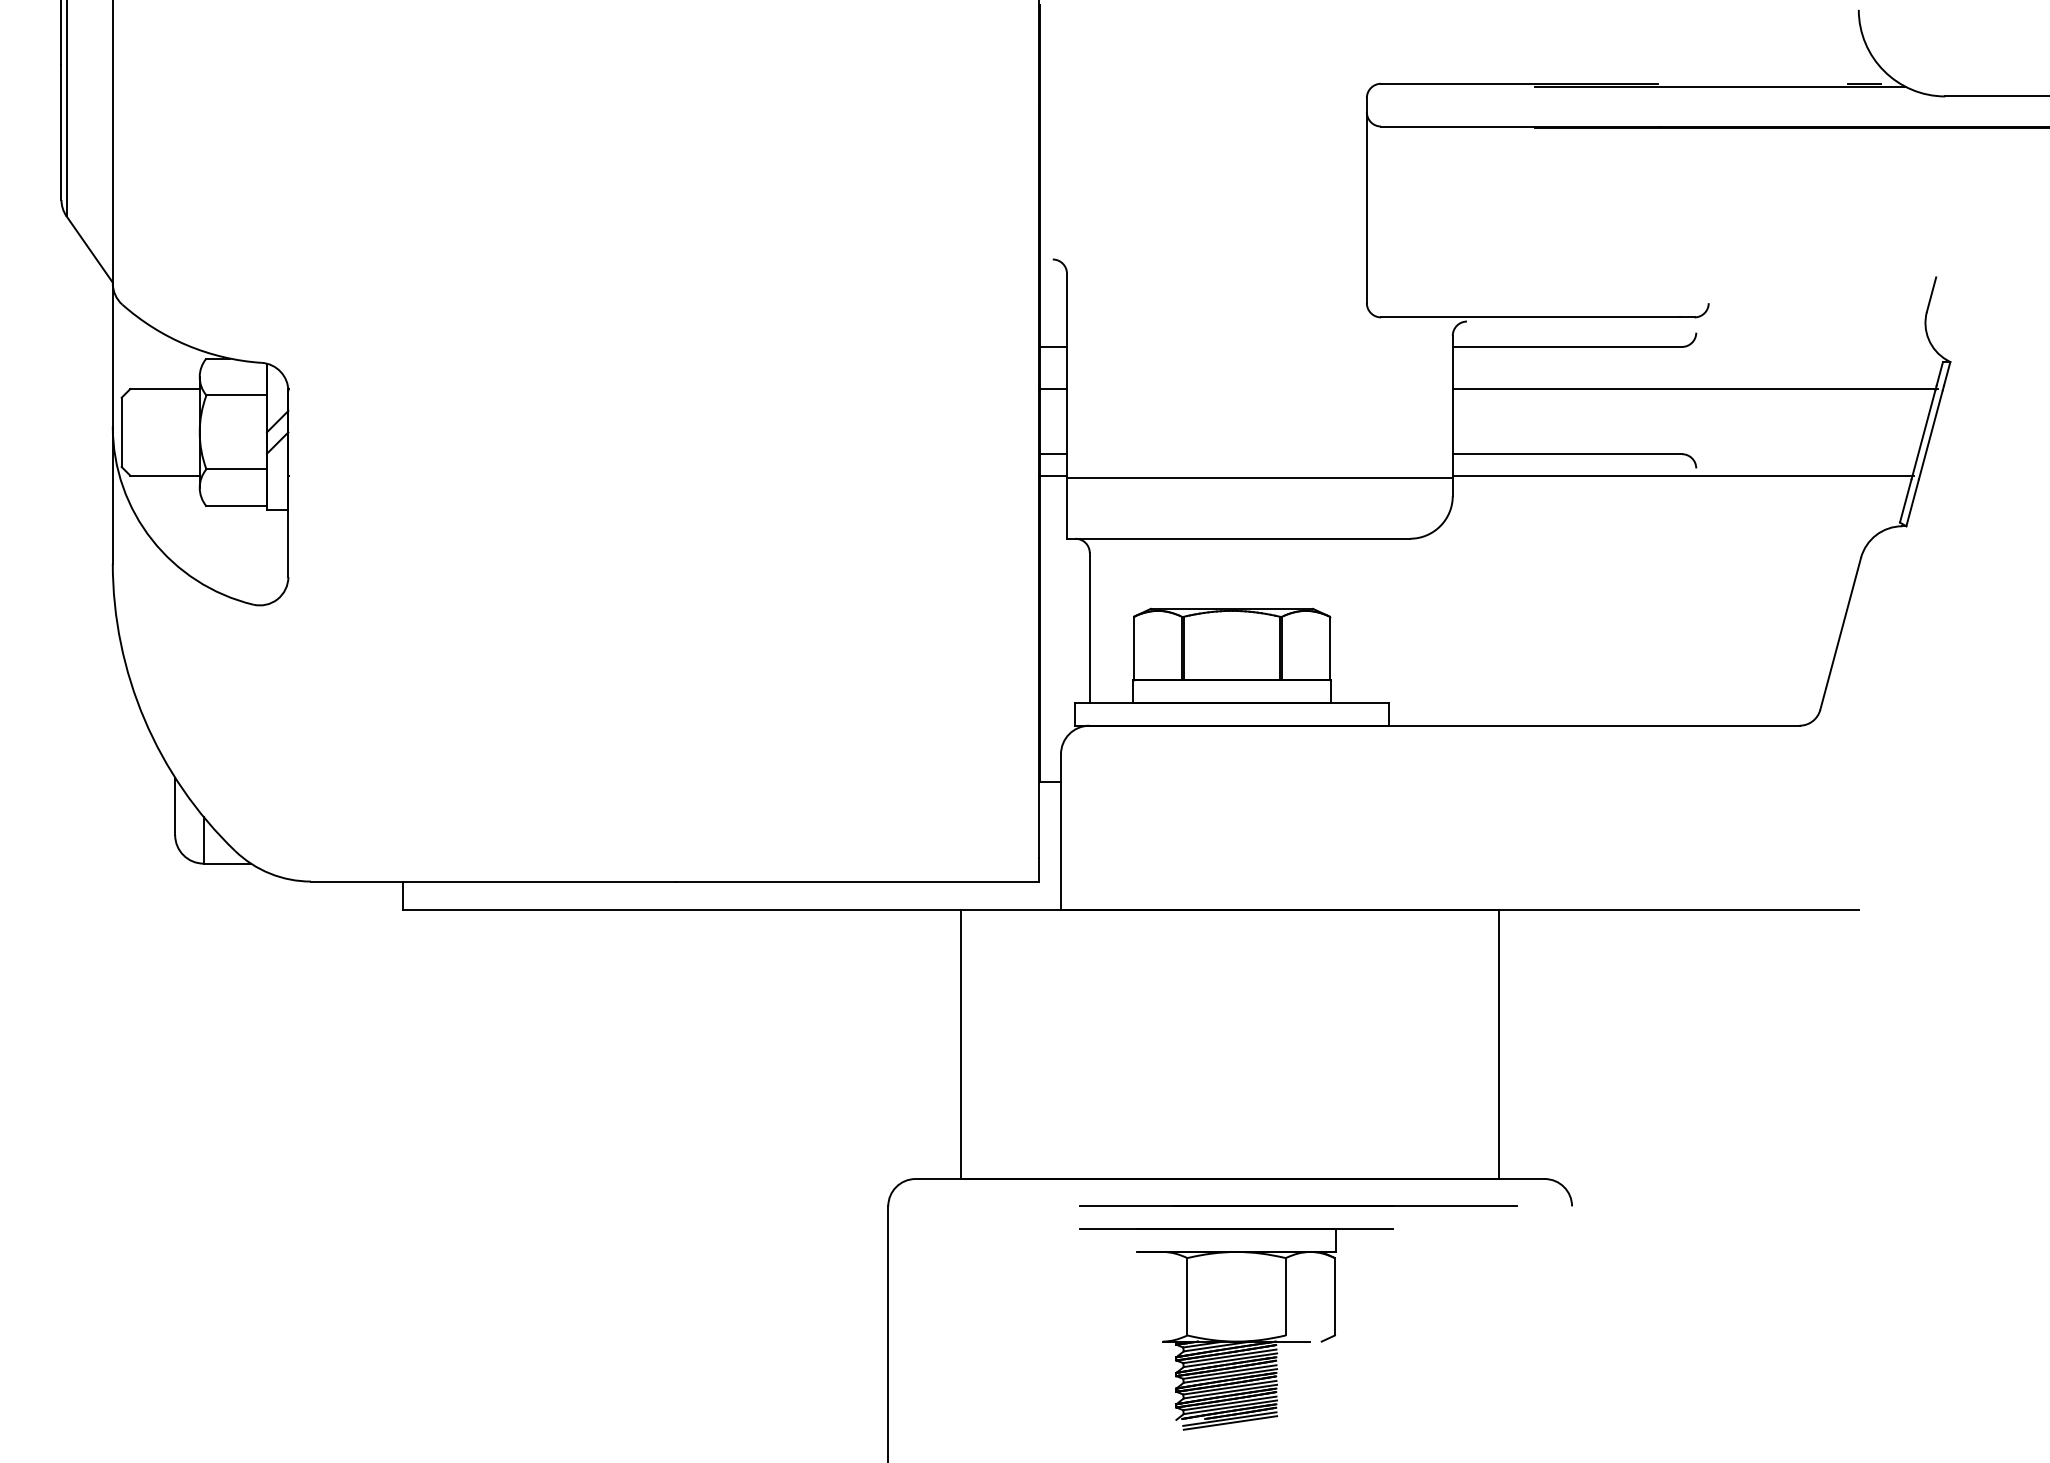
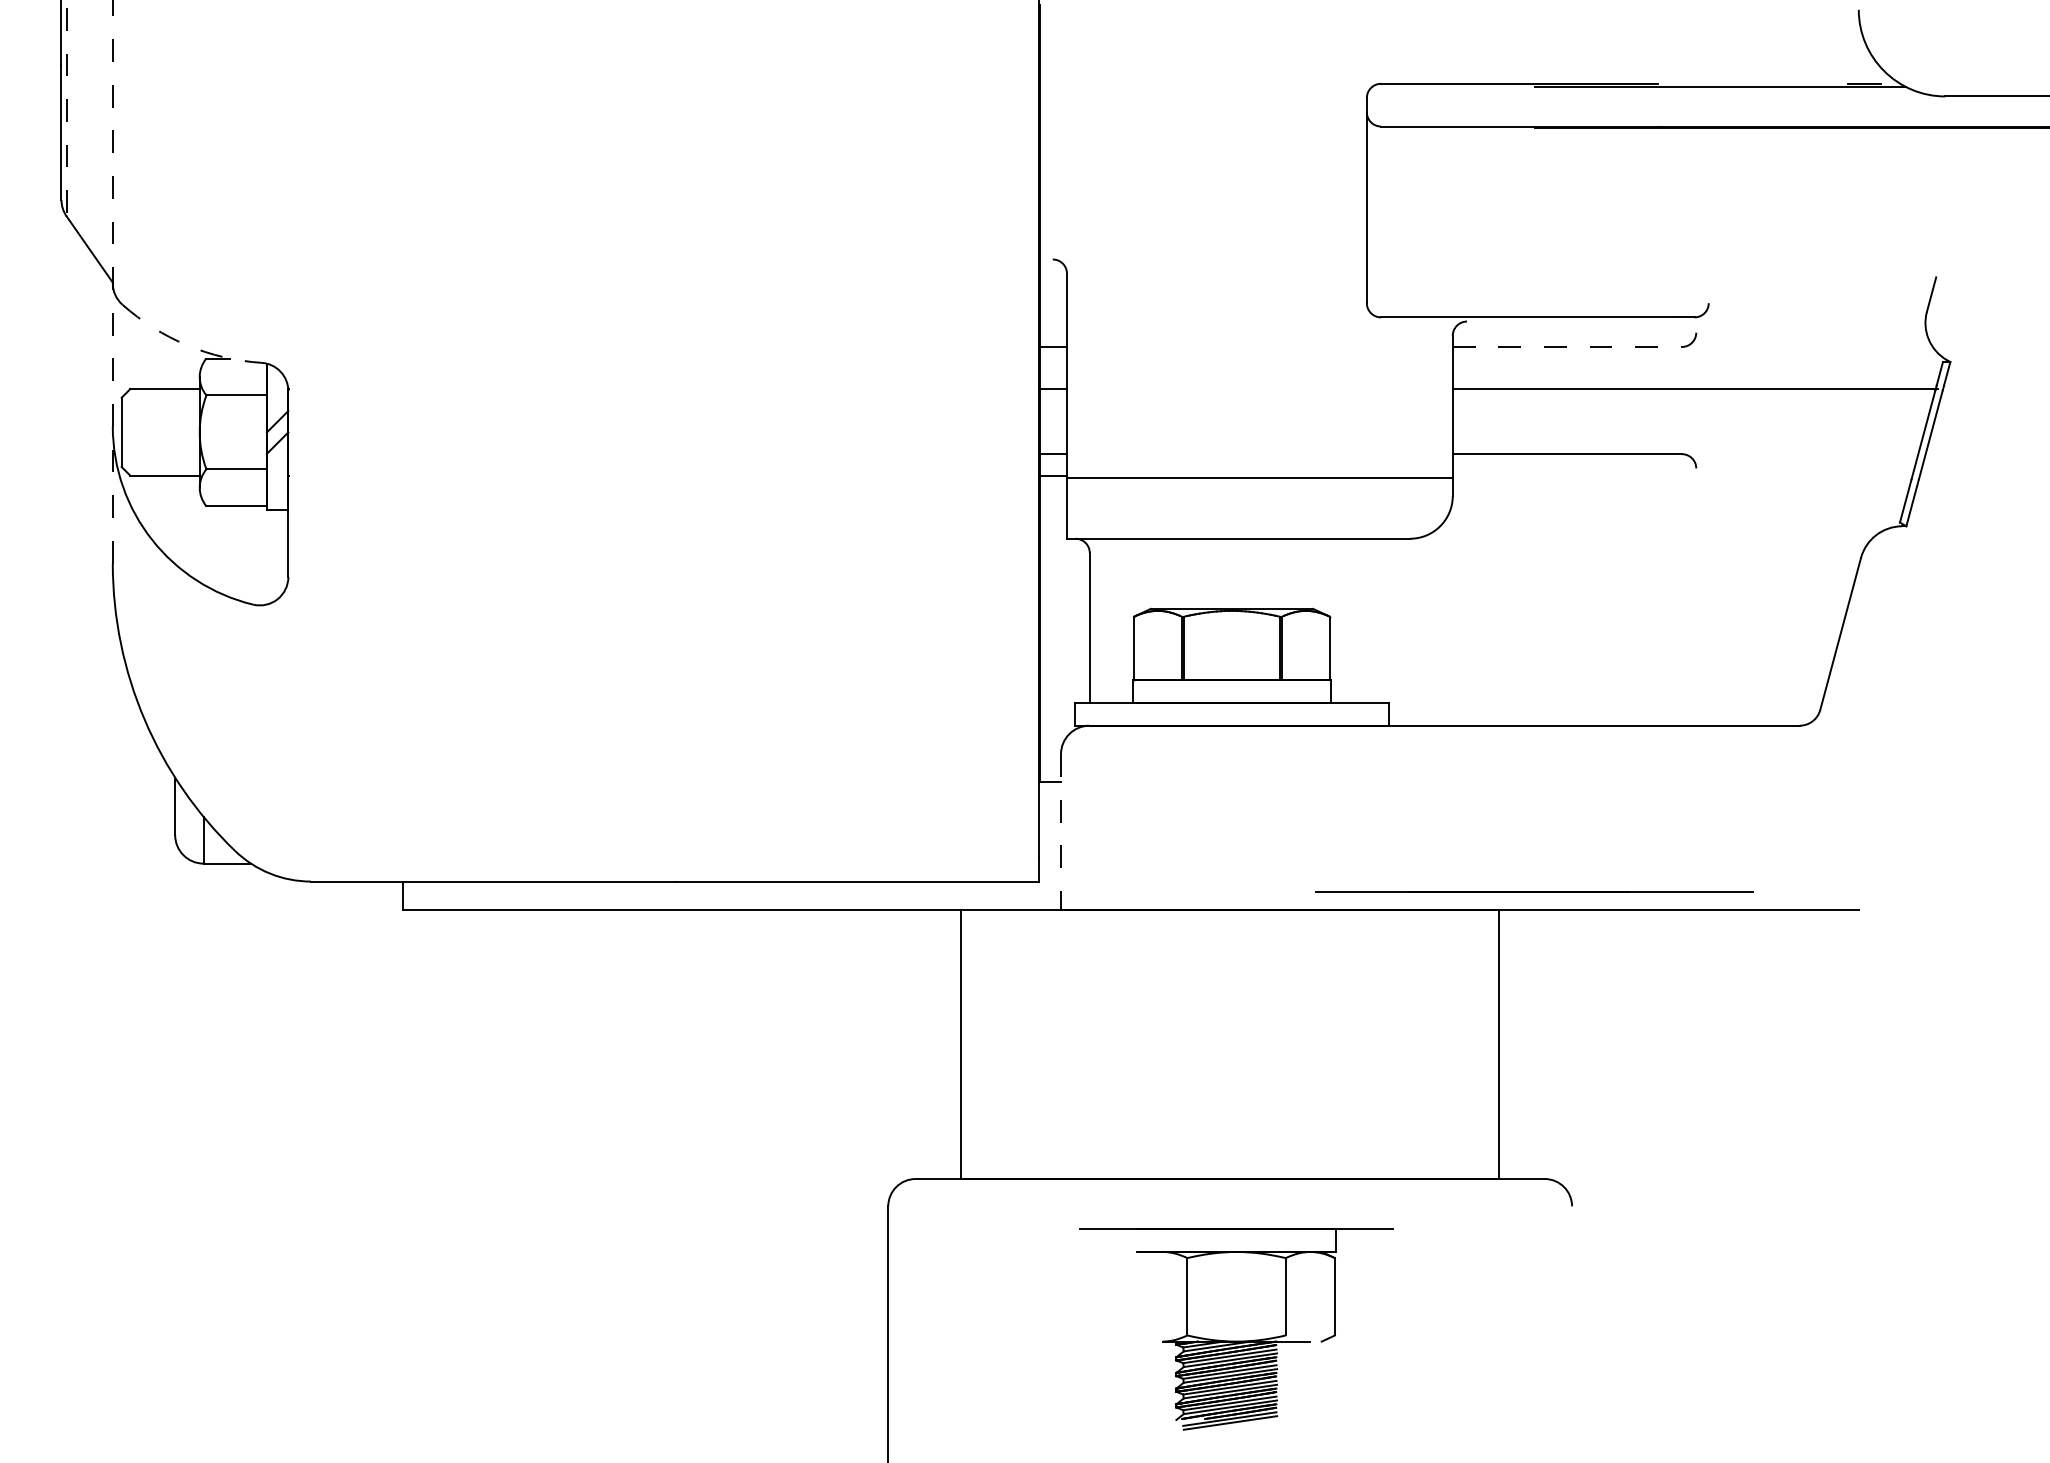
line at (66, 108): solid -> dashed
line at (112, 281): solid -> dashed
arc at (187, 345): solid -> dashed
line at (1567, 346): solid -> dashed
line at (1683, 475): present -> none
line at (1061, 832): solid -> dashed
line at (1298, 1205) position: (1298, 1205) -> (1534, 891)
